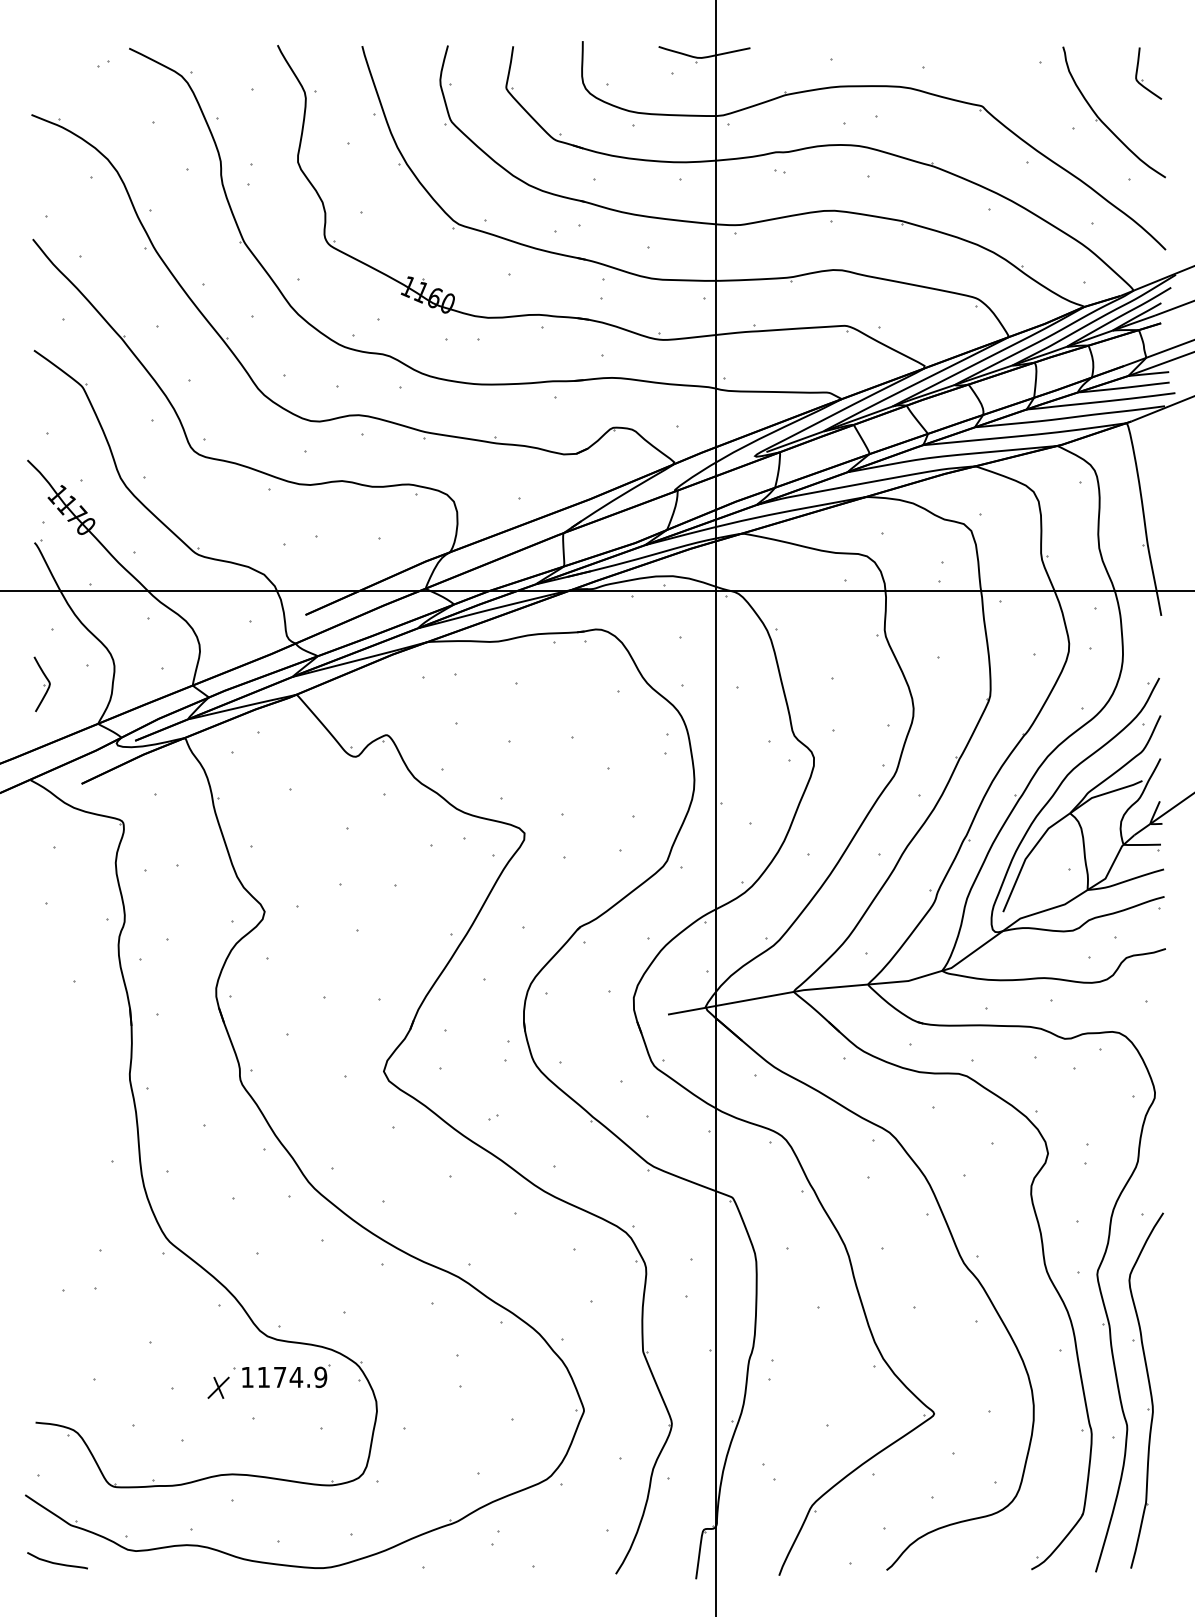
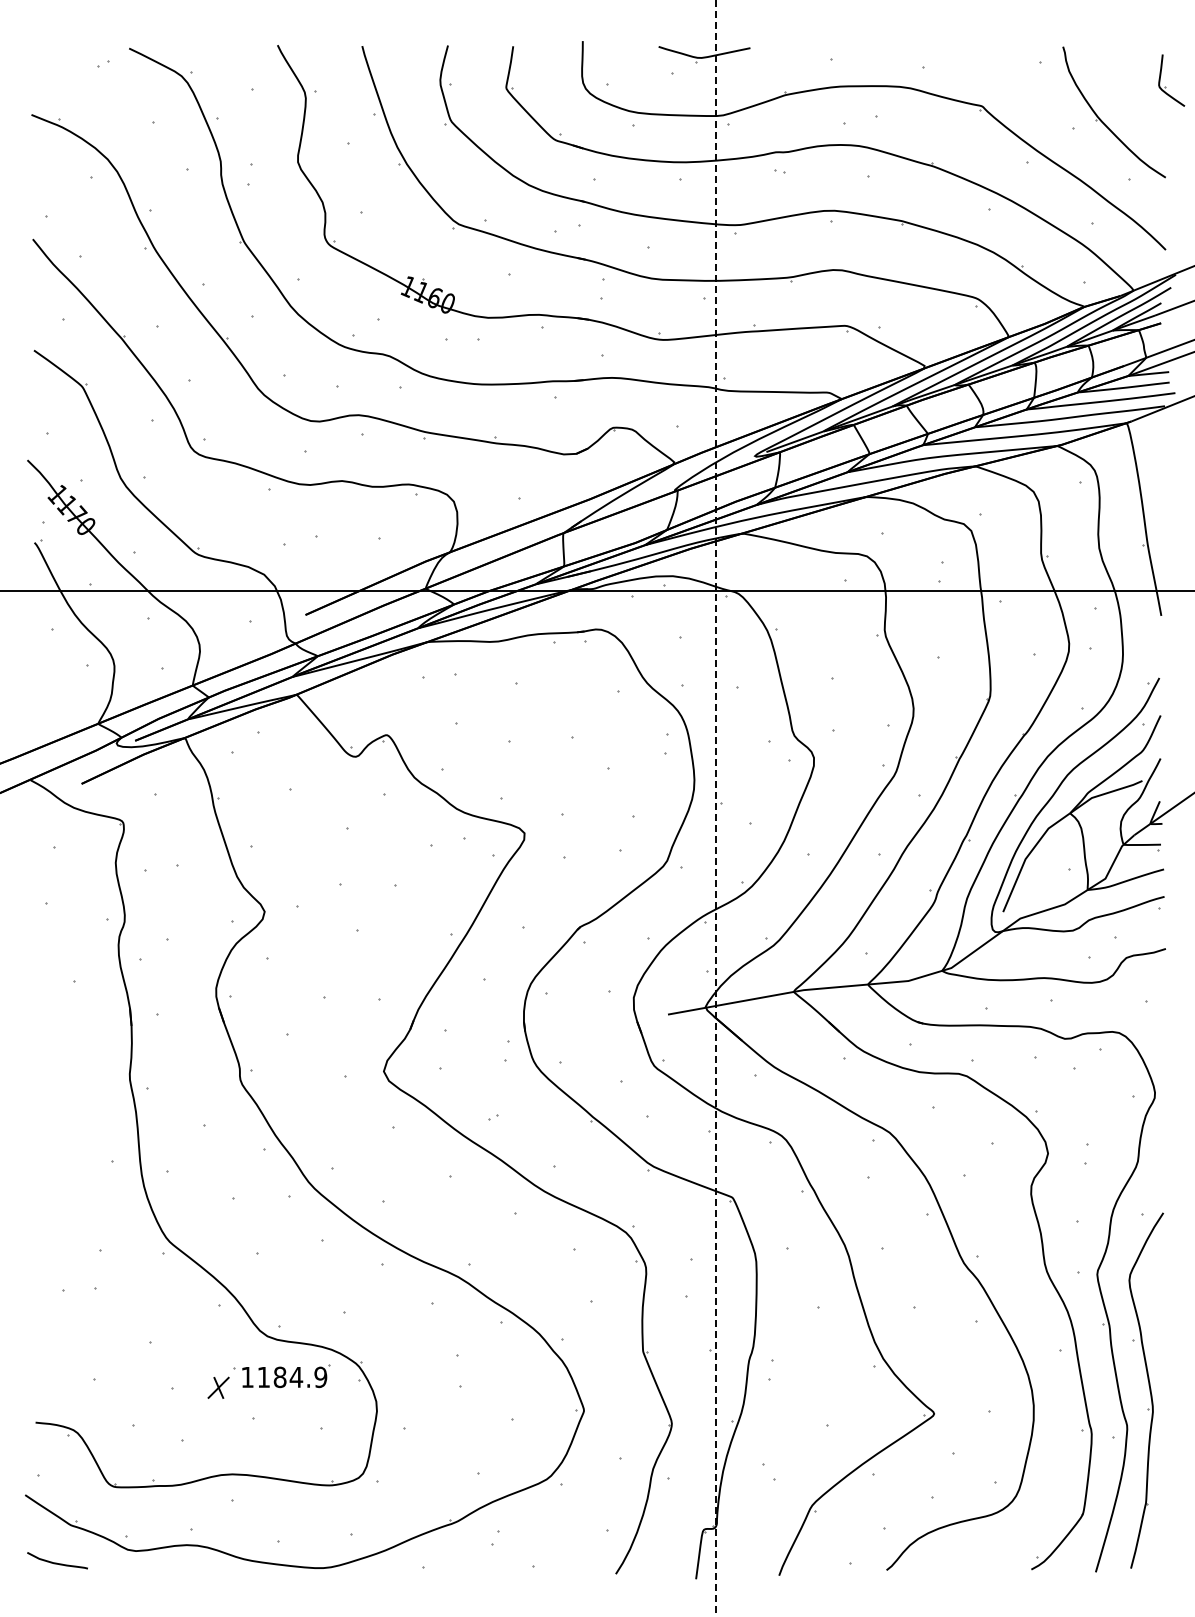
part at (1142, 79) position: (1142, 79) -> (1165, 86)
part at (41, 684): present -> none
line at (715, 808): solid -> dashed
text at (279, 1377): 1174.9 -> 1184.9
